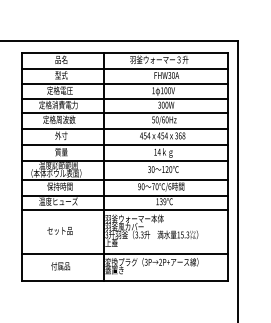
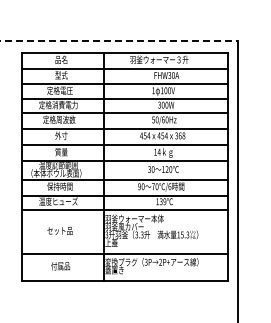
line at (119, 41): solid -> dashed
